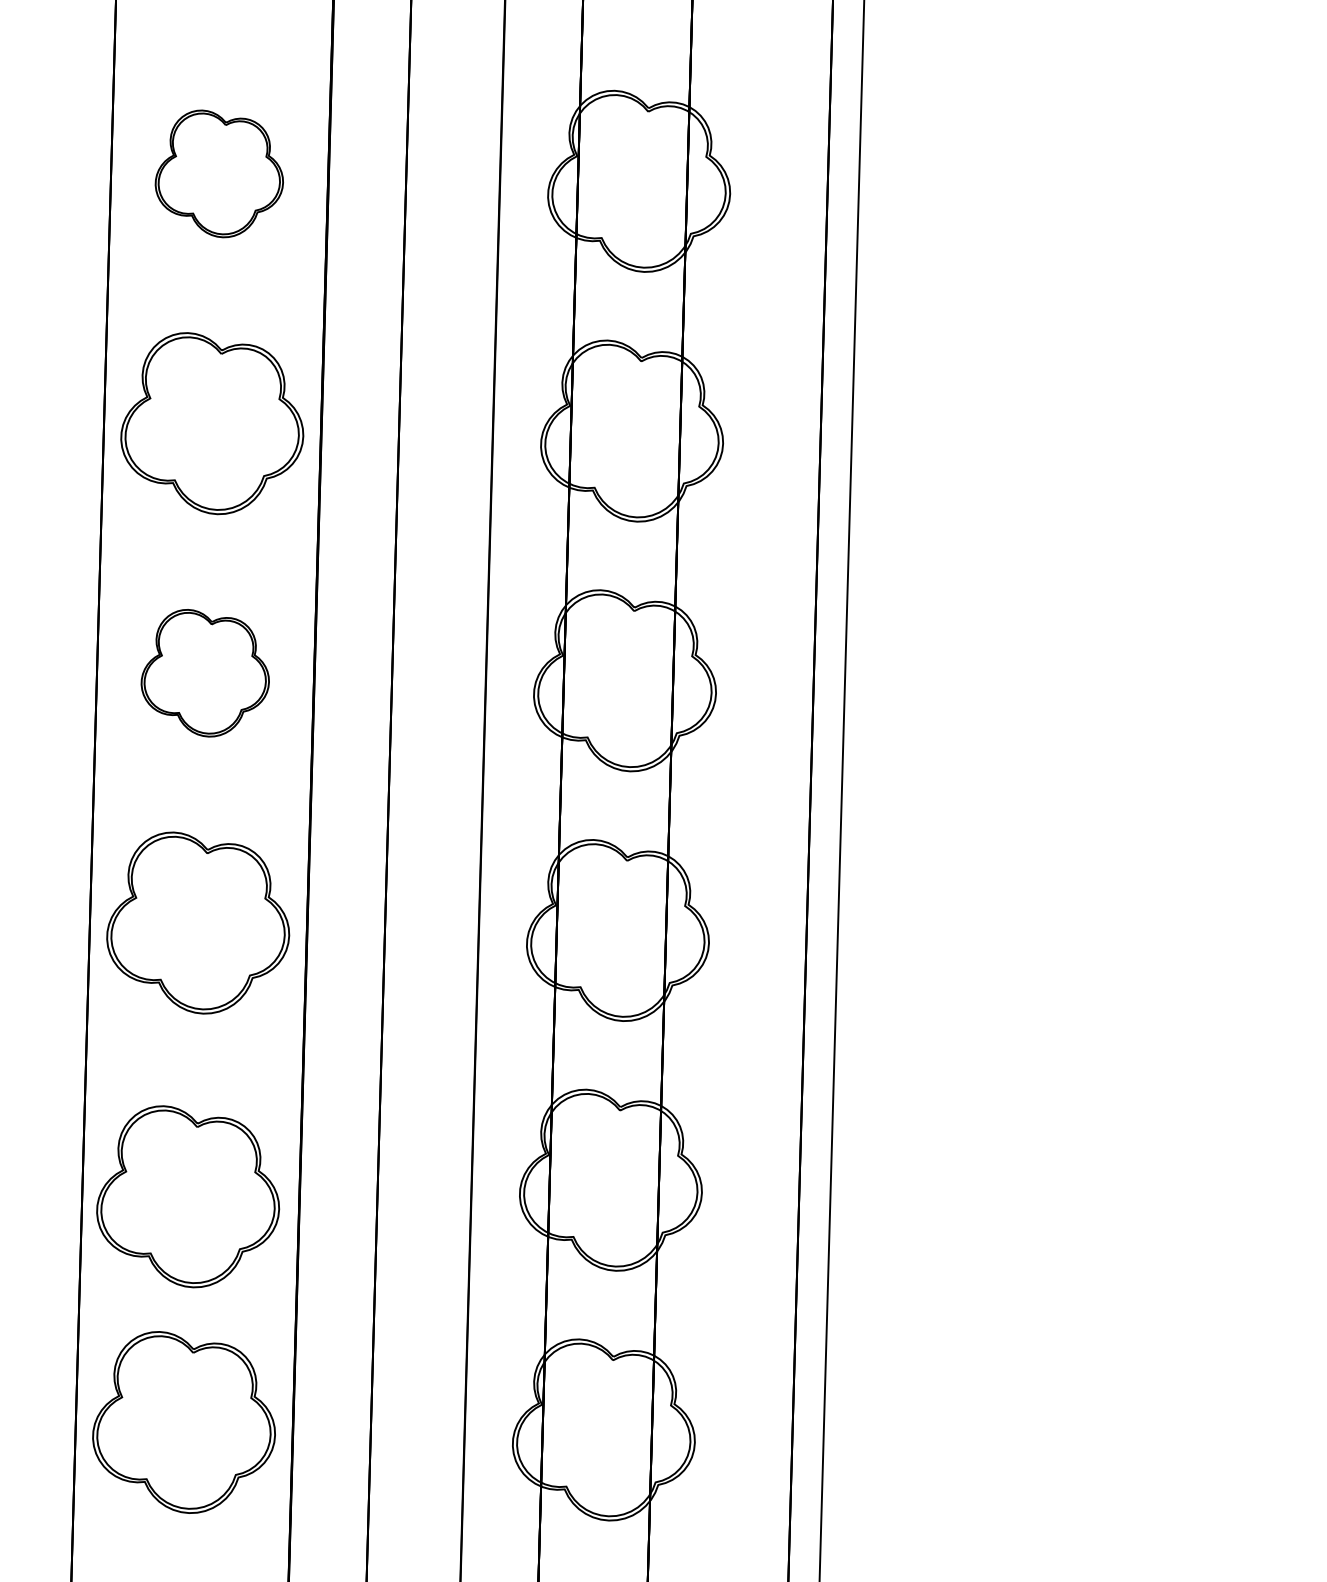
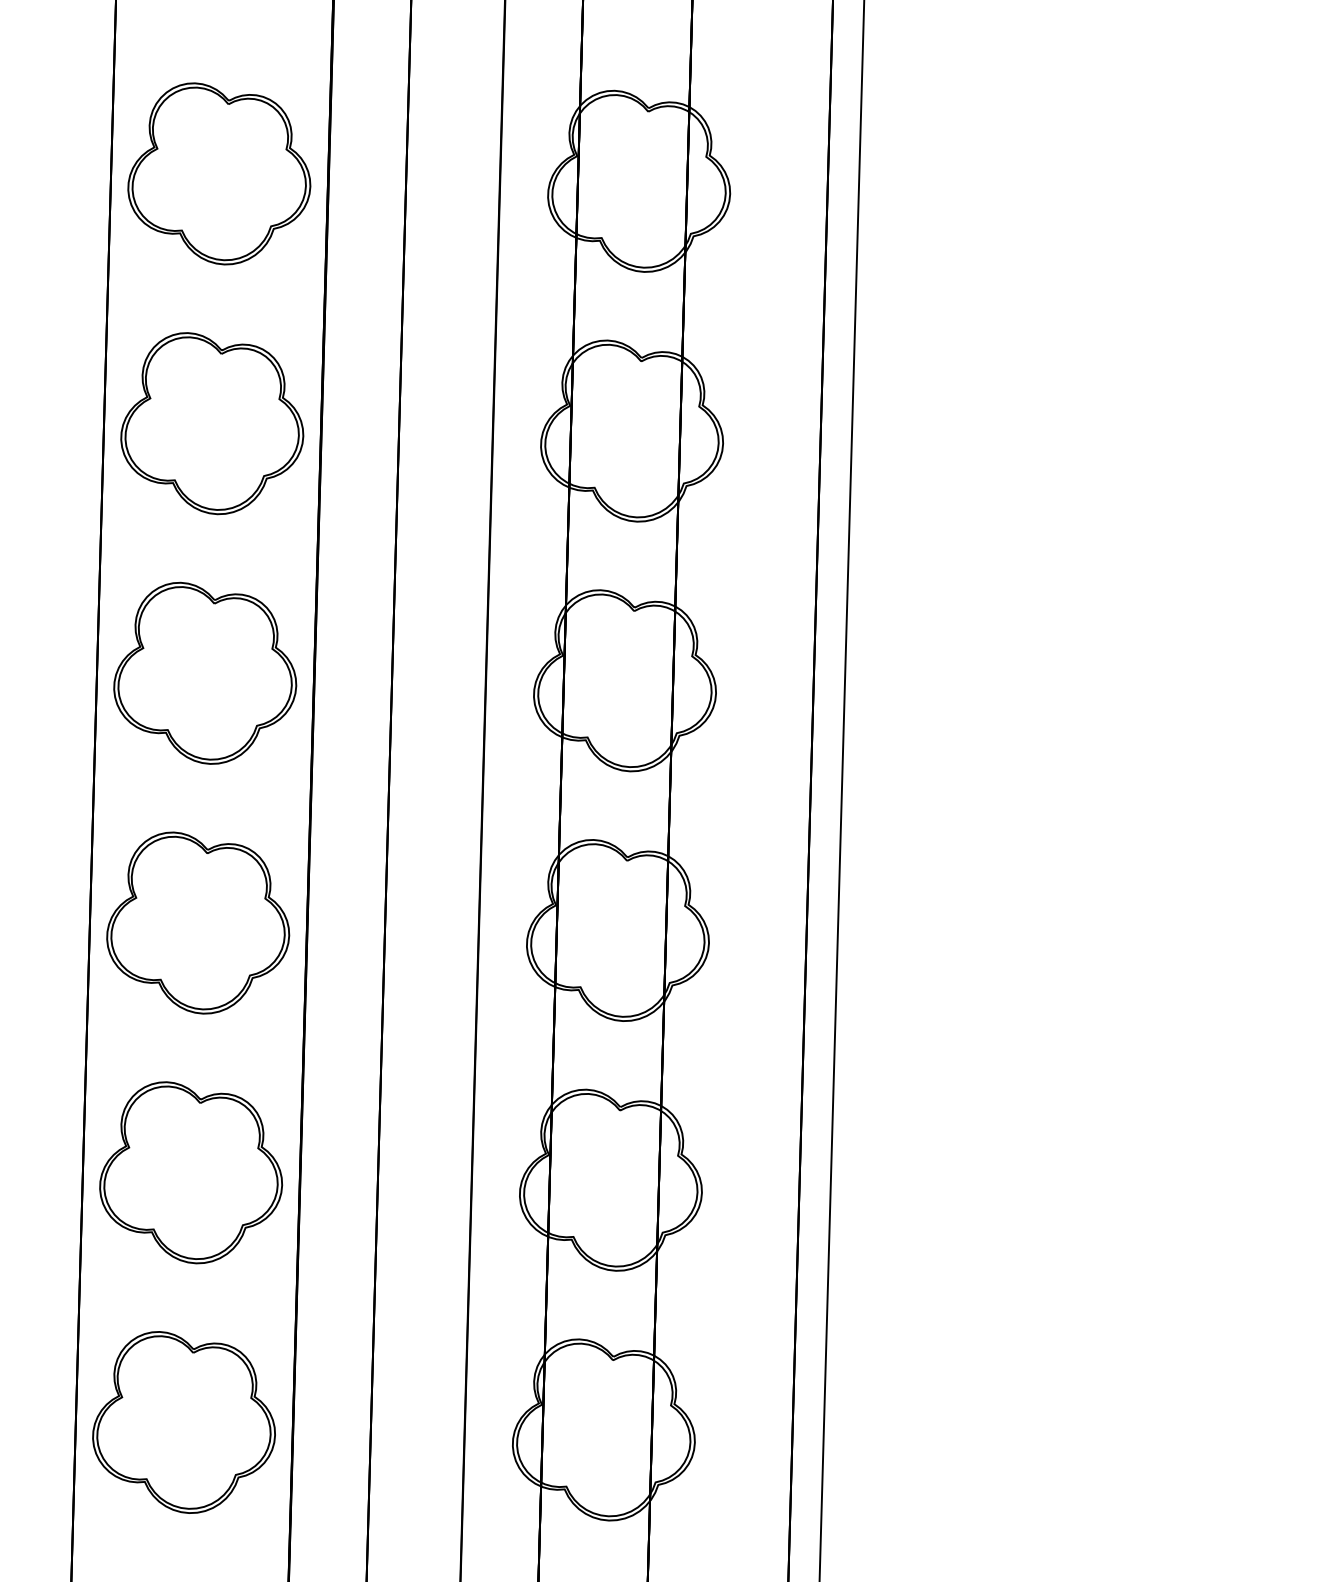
part at (218, 173) size: 130x130 px -> 185x184 px
part at (204, 673) size: 130x129 px -> 185x184 px
part at (188, 1196) position: (188, 1196) -> (191, 1172)
